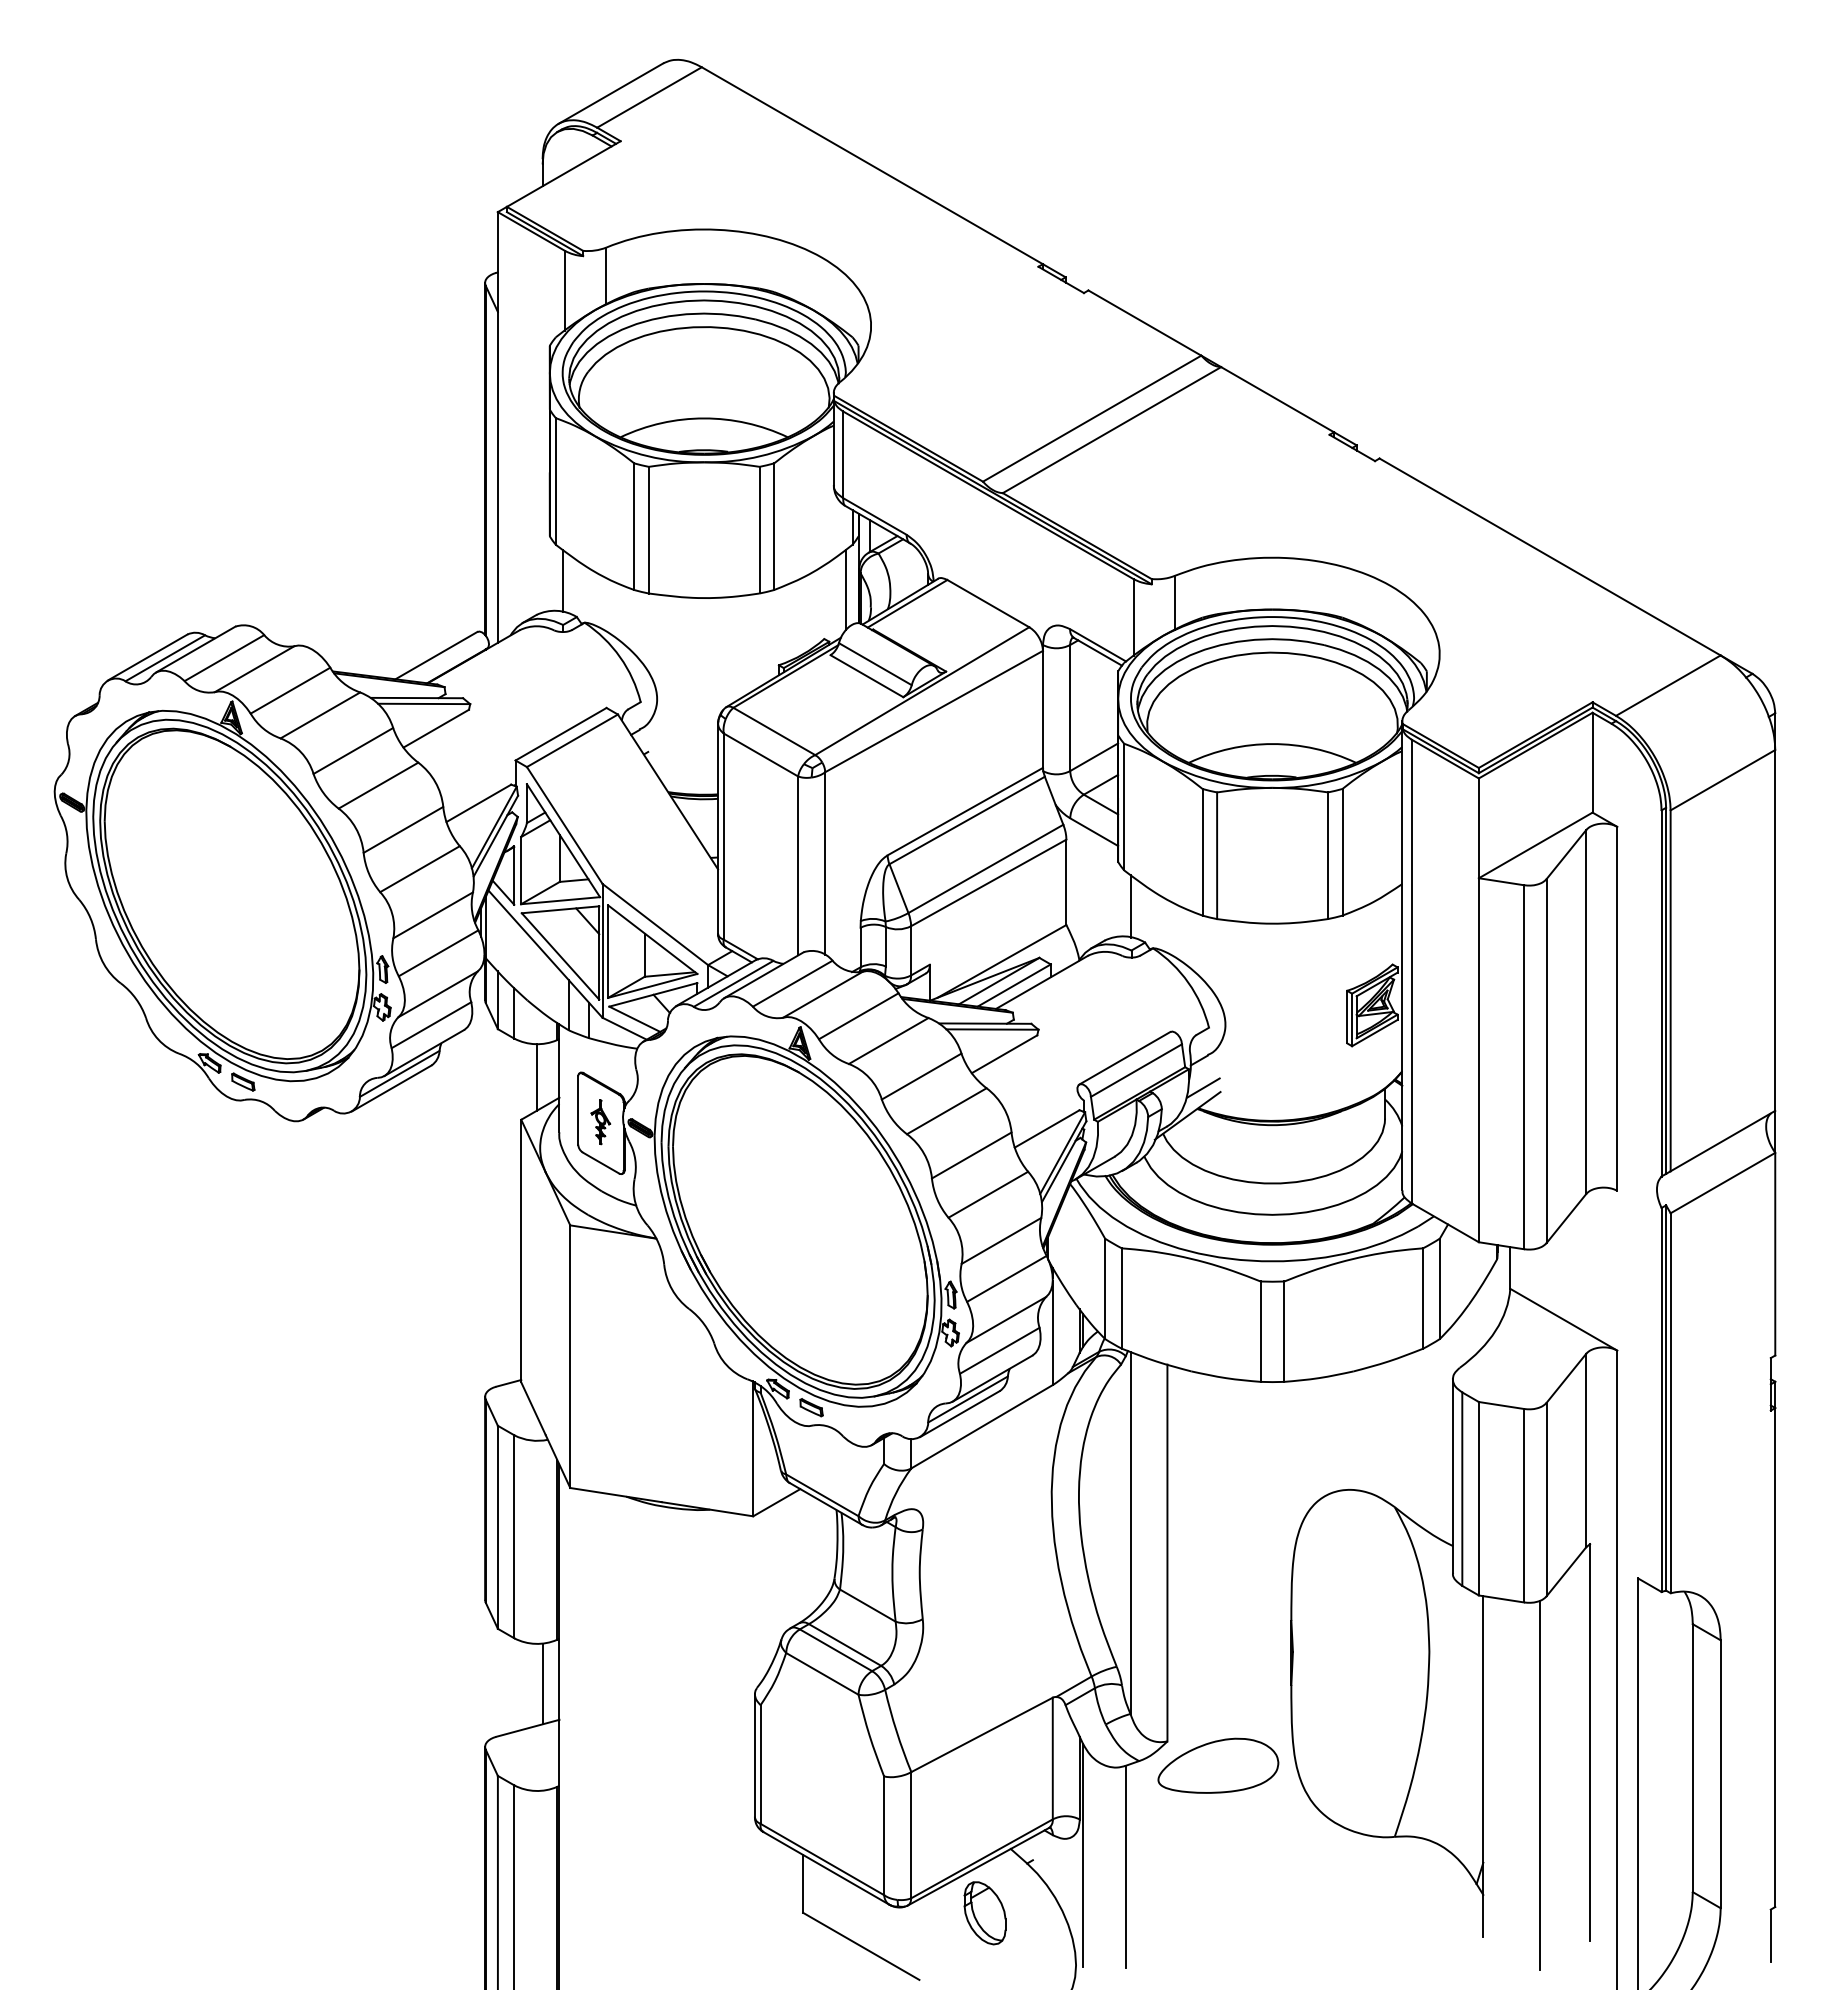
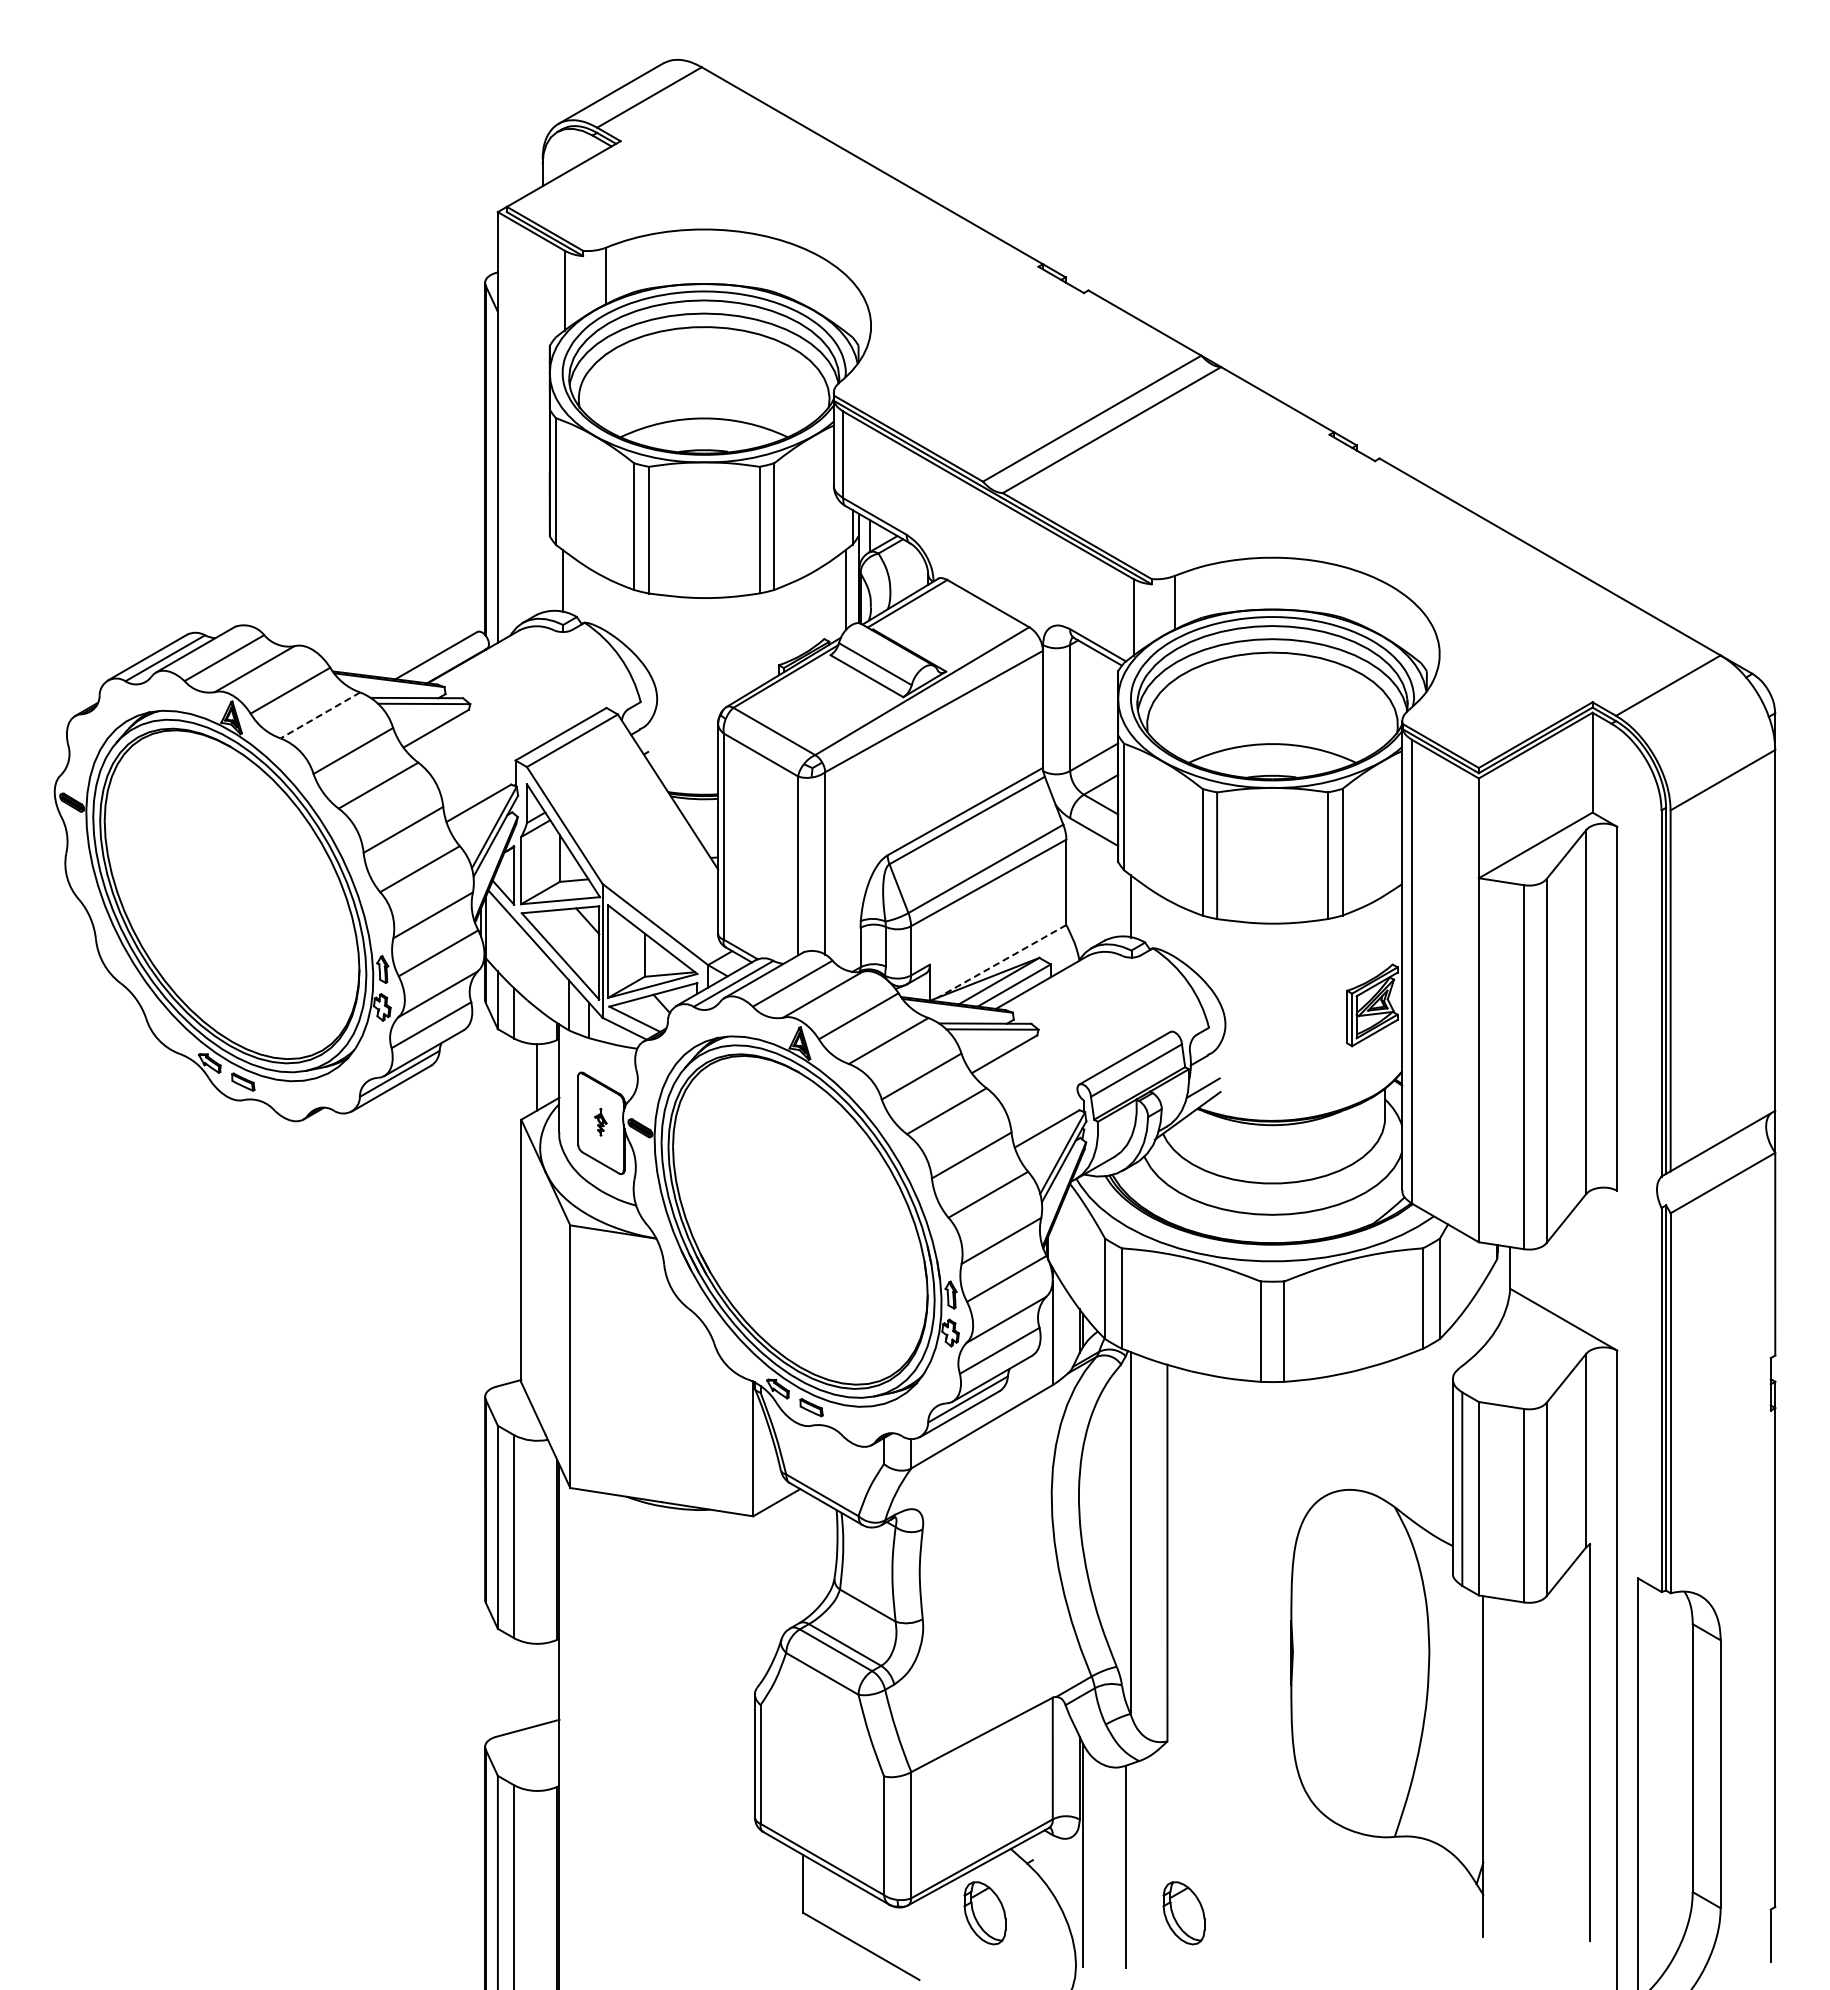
line at (320, 715): solid -> dashed
line at (1002, 961): solid -> dashed
part at (600, 1122) size: 22x47 px -> 14x29 px
line at (542, 1683): present -> none
part at (1218, 1765): present -> none
line at (1540, 1784): present -> none
part at (1183, 1913): none -> present
